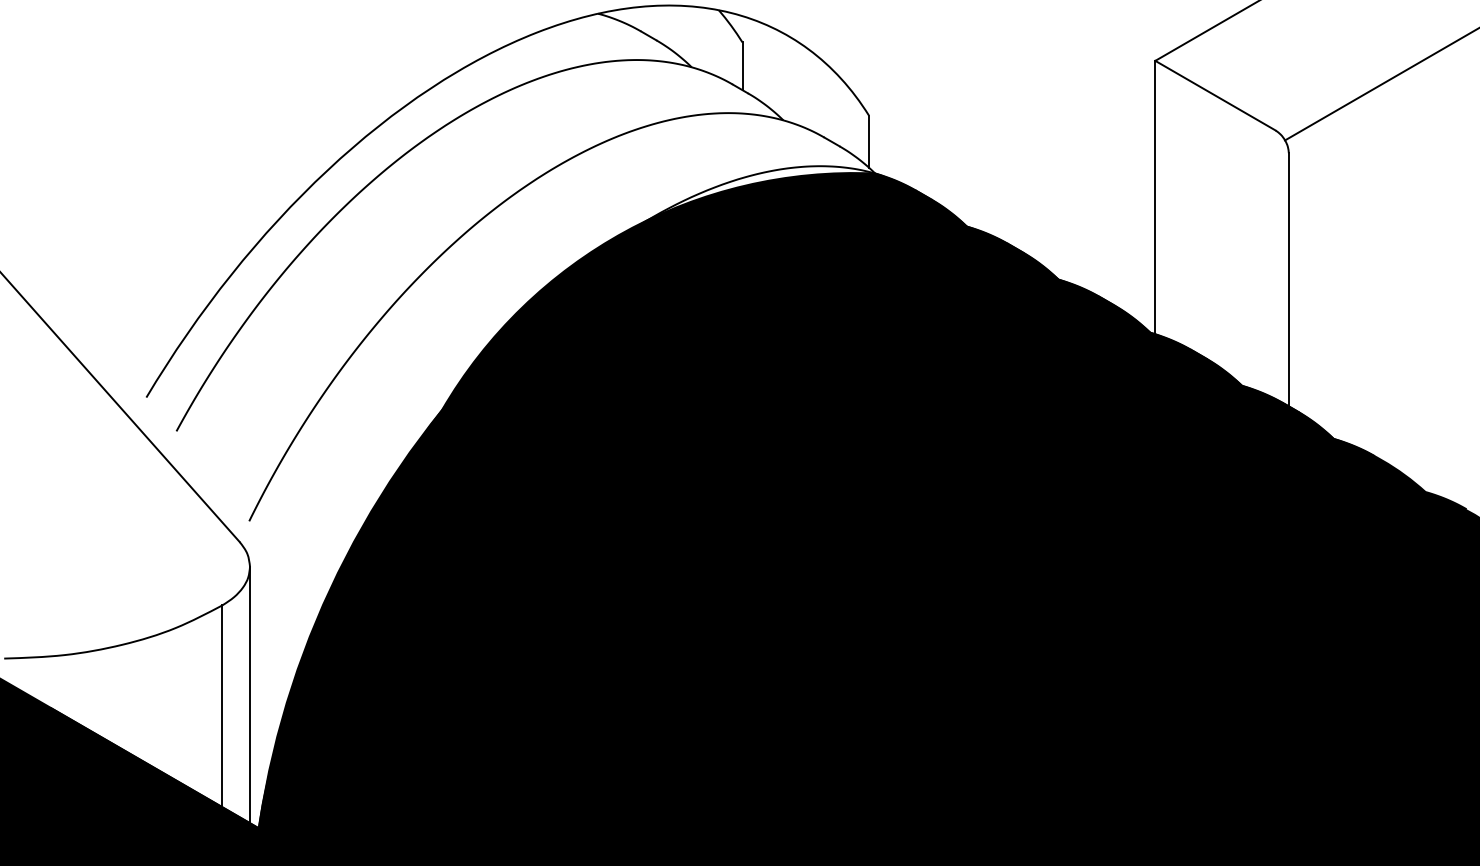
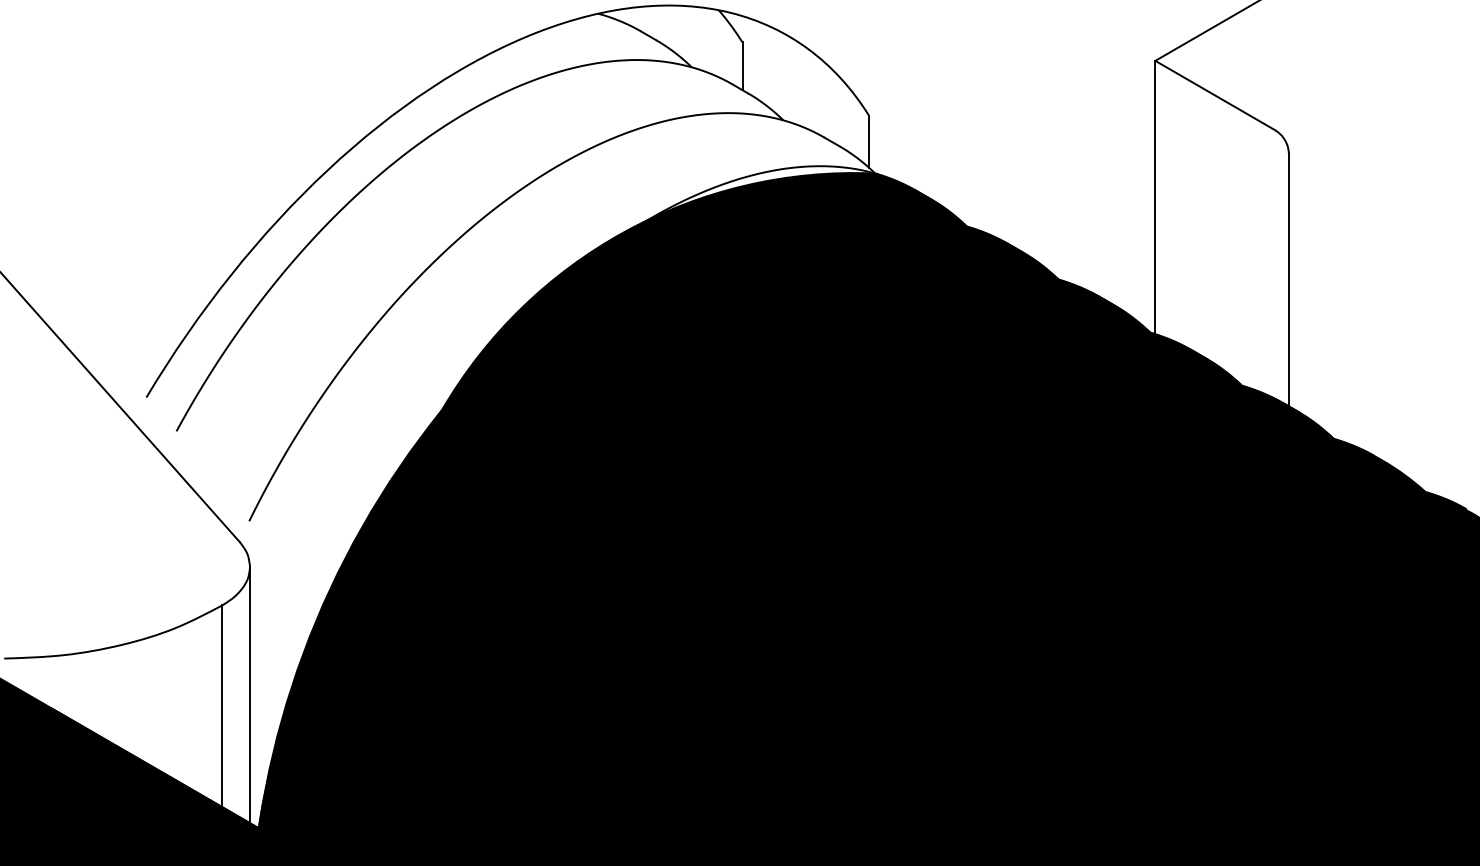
line at (1380, 84): present -> none
